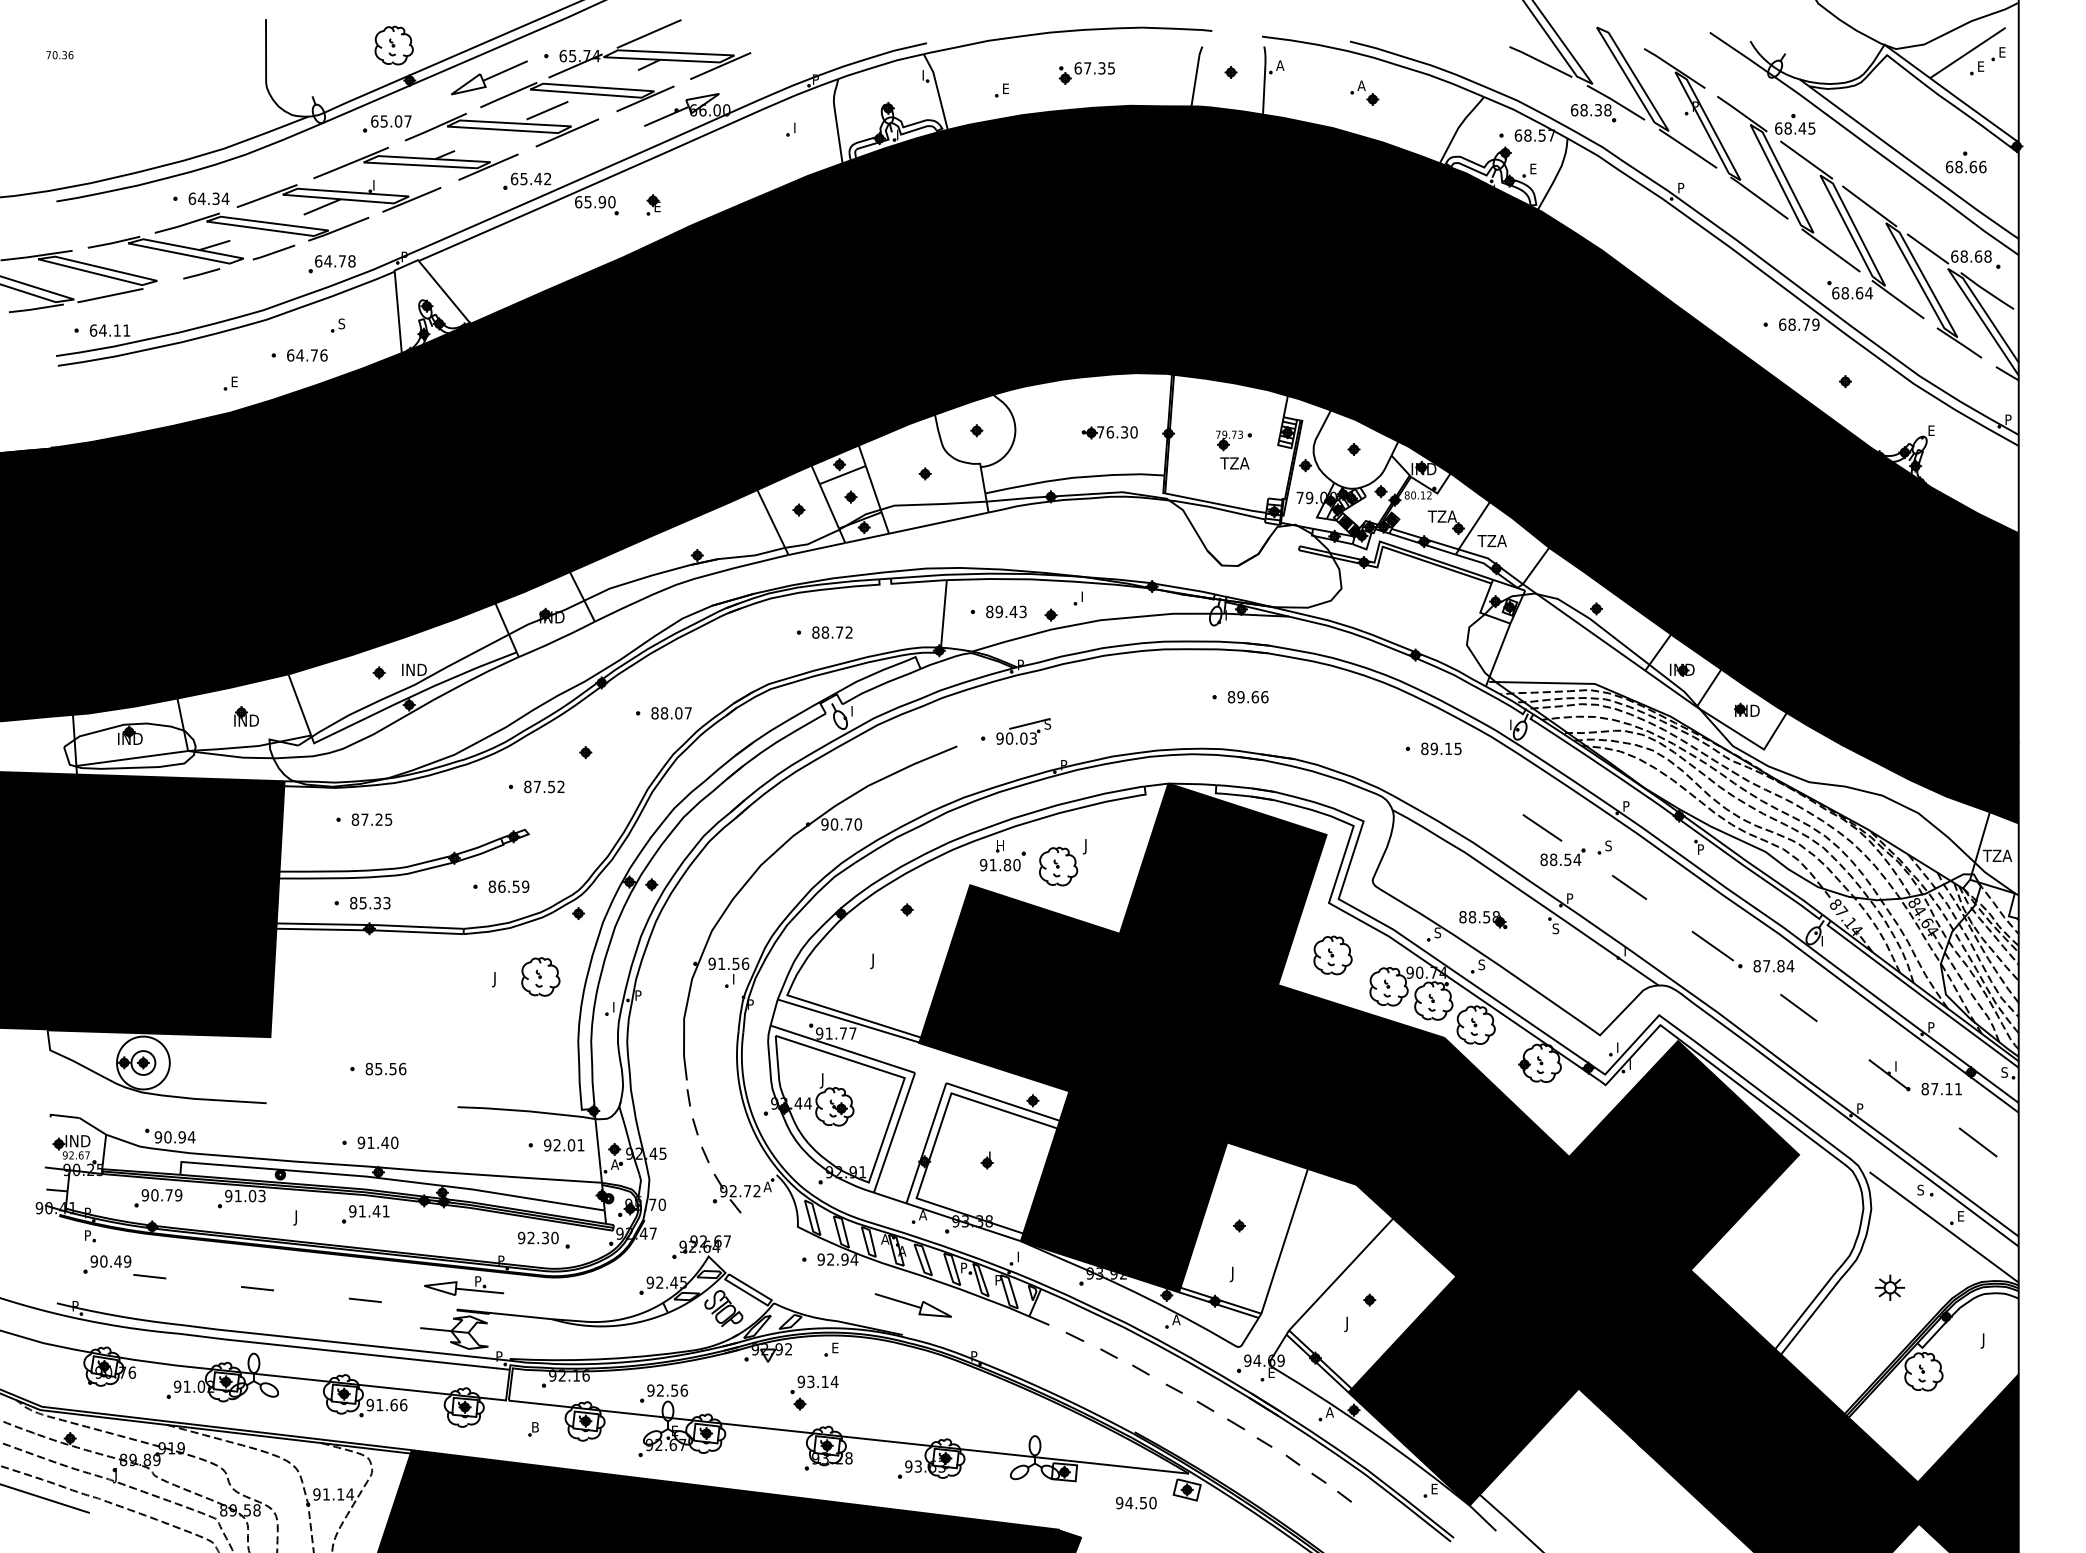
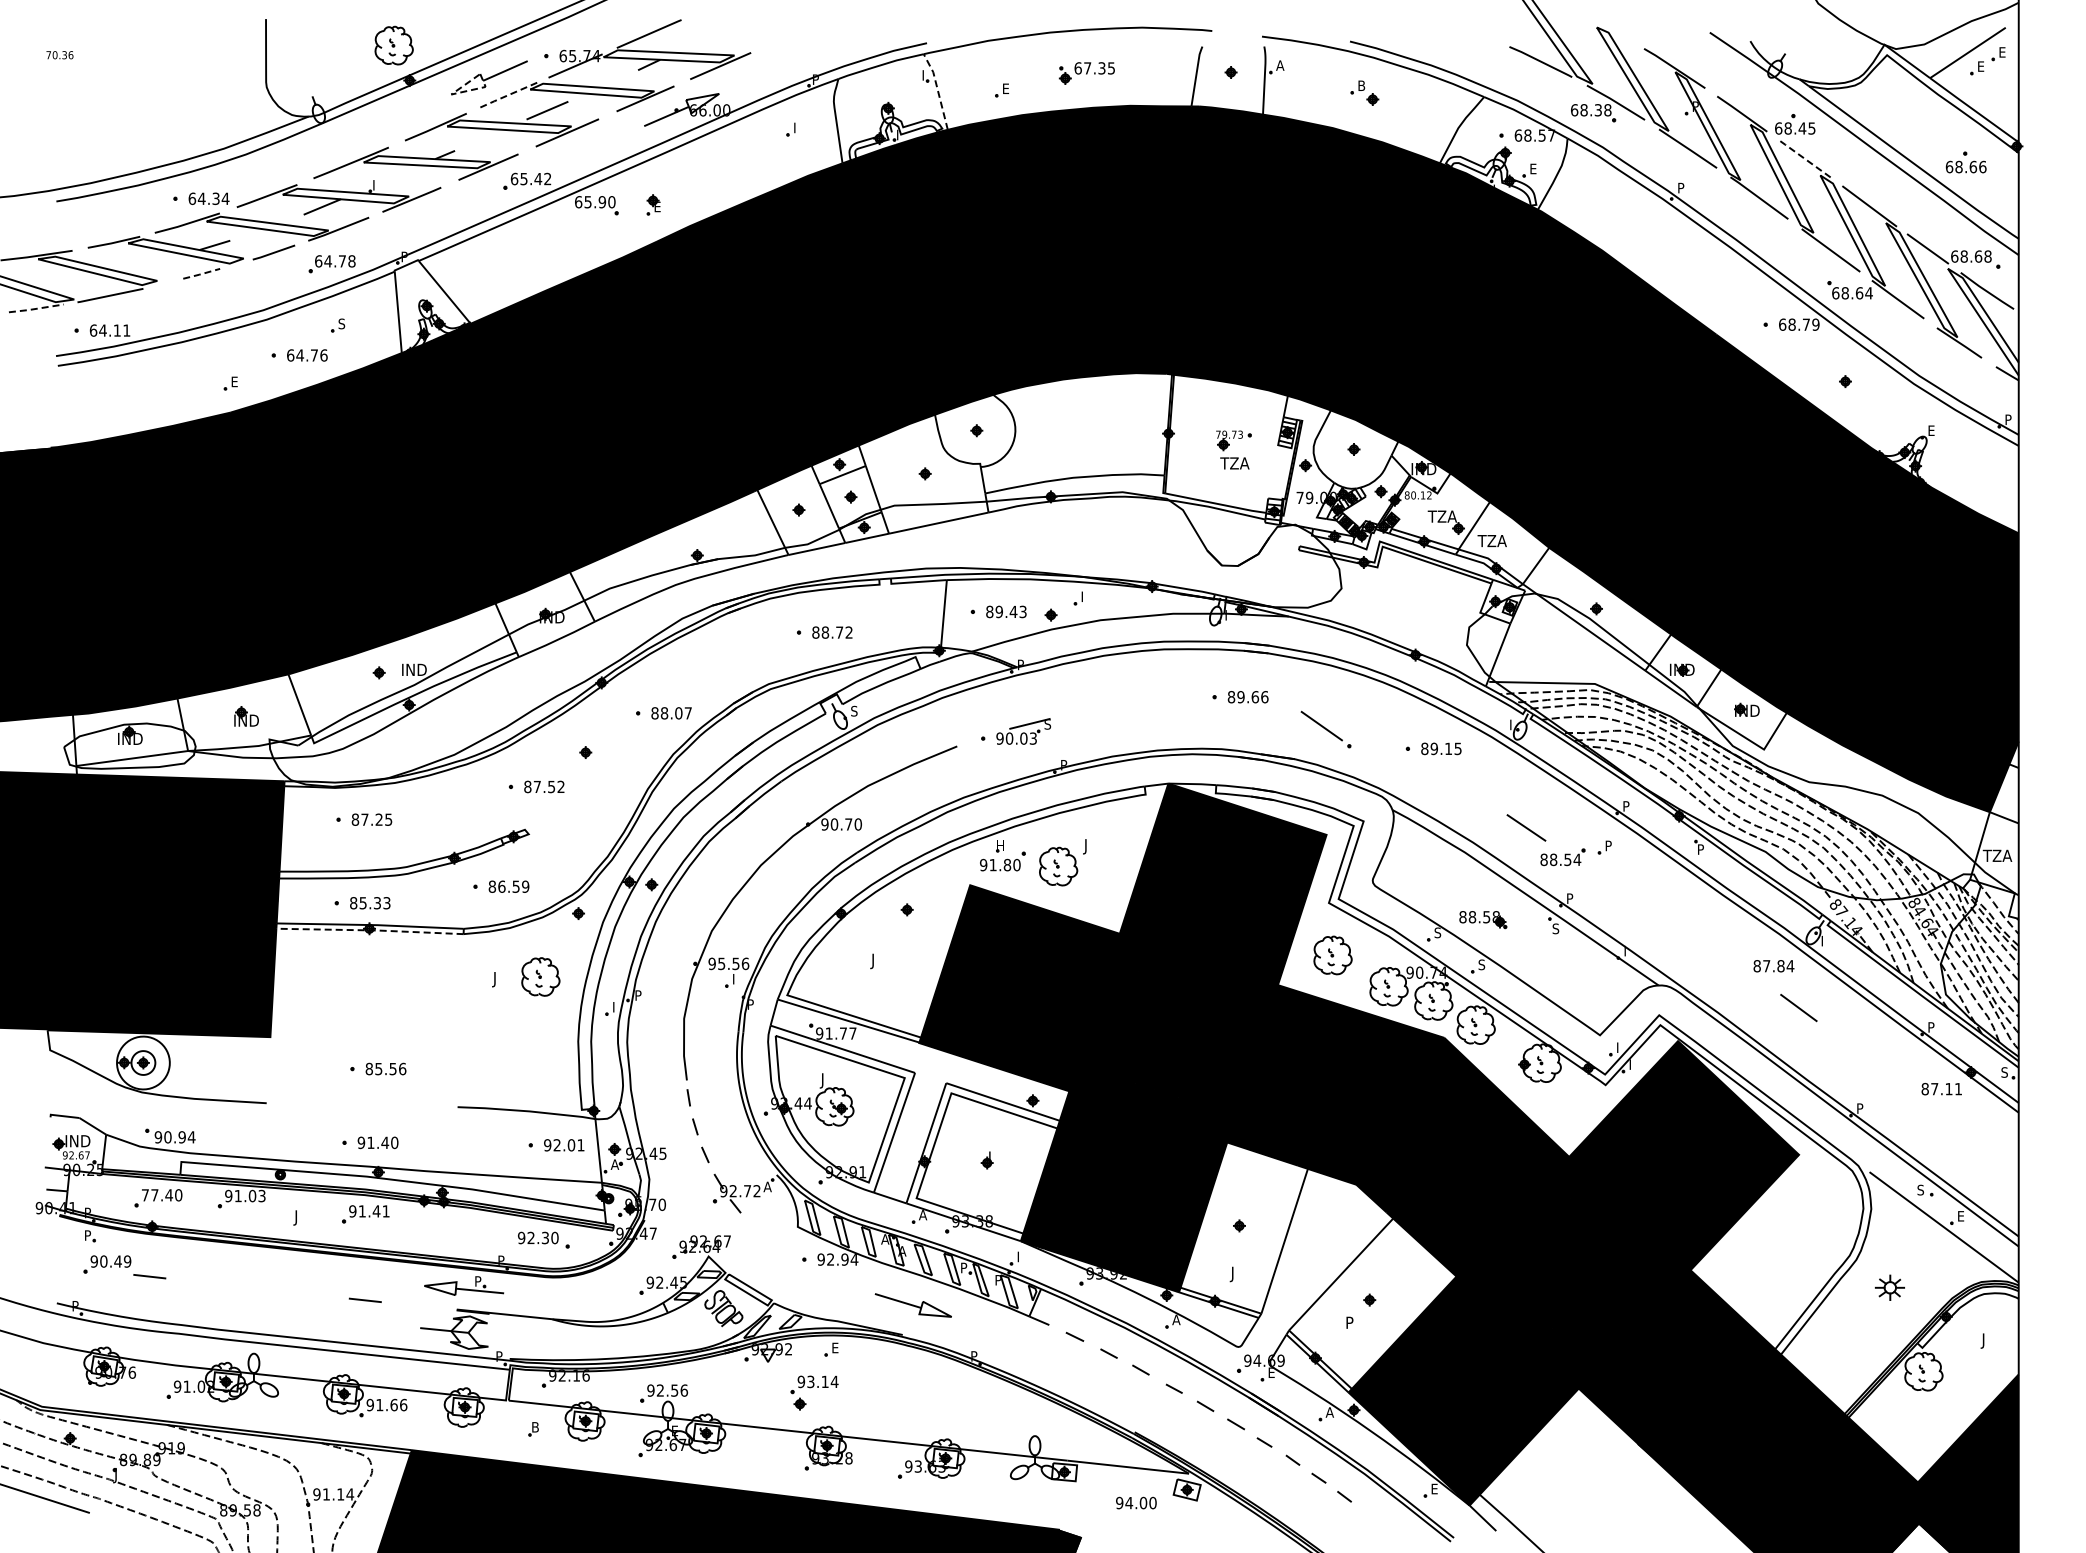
text at (1361, 85): A -> B
line at (937, 90): solid -> dashed
line at (457, 93): solid -> dashed
line at (507, 95): solid -> dashed
part at (387, 123): present -> none
line at (1806, 159): solid -> dashed
line at (201, 274): solid -> dashed
line at (35, 308): solid -> dashed
part at (1109, 432): present -> none
text at (854, 710): I -> S
fill at (2003, 782): present -> none
line at (1542, 827) position: (1542, 827) -> (1526, 827)
text at (1608, 845): S -> P
line at (1629, 887): present -> none
line at (370, 930): solid -> dashed
part at (1716, 949) position: (1716, 949) -> (1325, 729)
text at (721, 963): 91.56 -> 95.56
part at (1889, 1075): present -> none
line at (1977, 1142): present -> none
text at (161, 1195): 90.79 -> 77.40
line at (257, 1288): present -> none
text at (1348, 1324): J -> P
text at (1143, 1502): 94.50 -> 94.00
